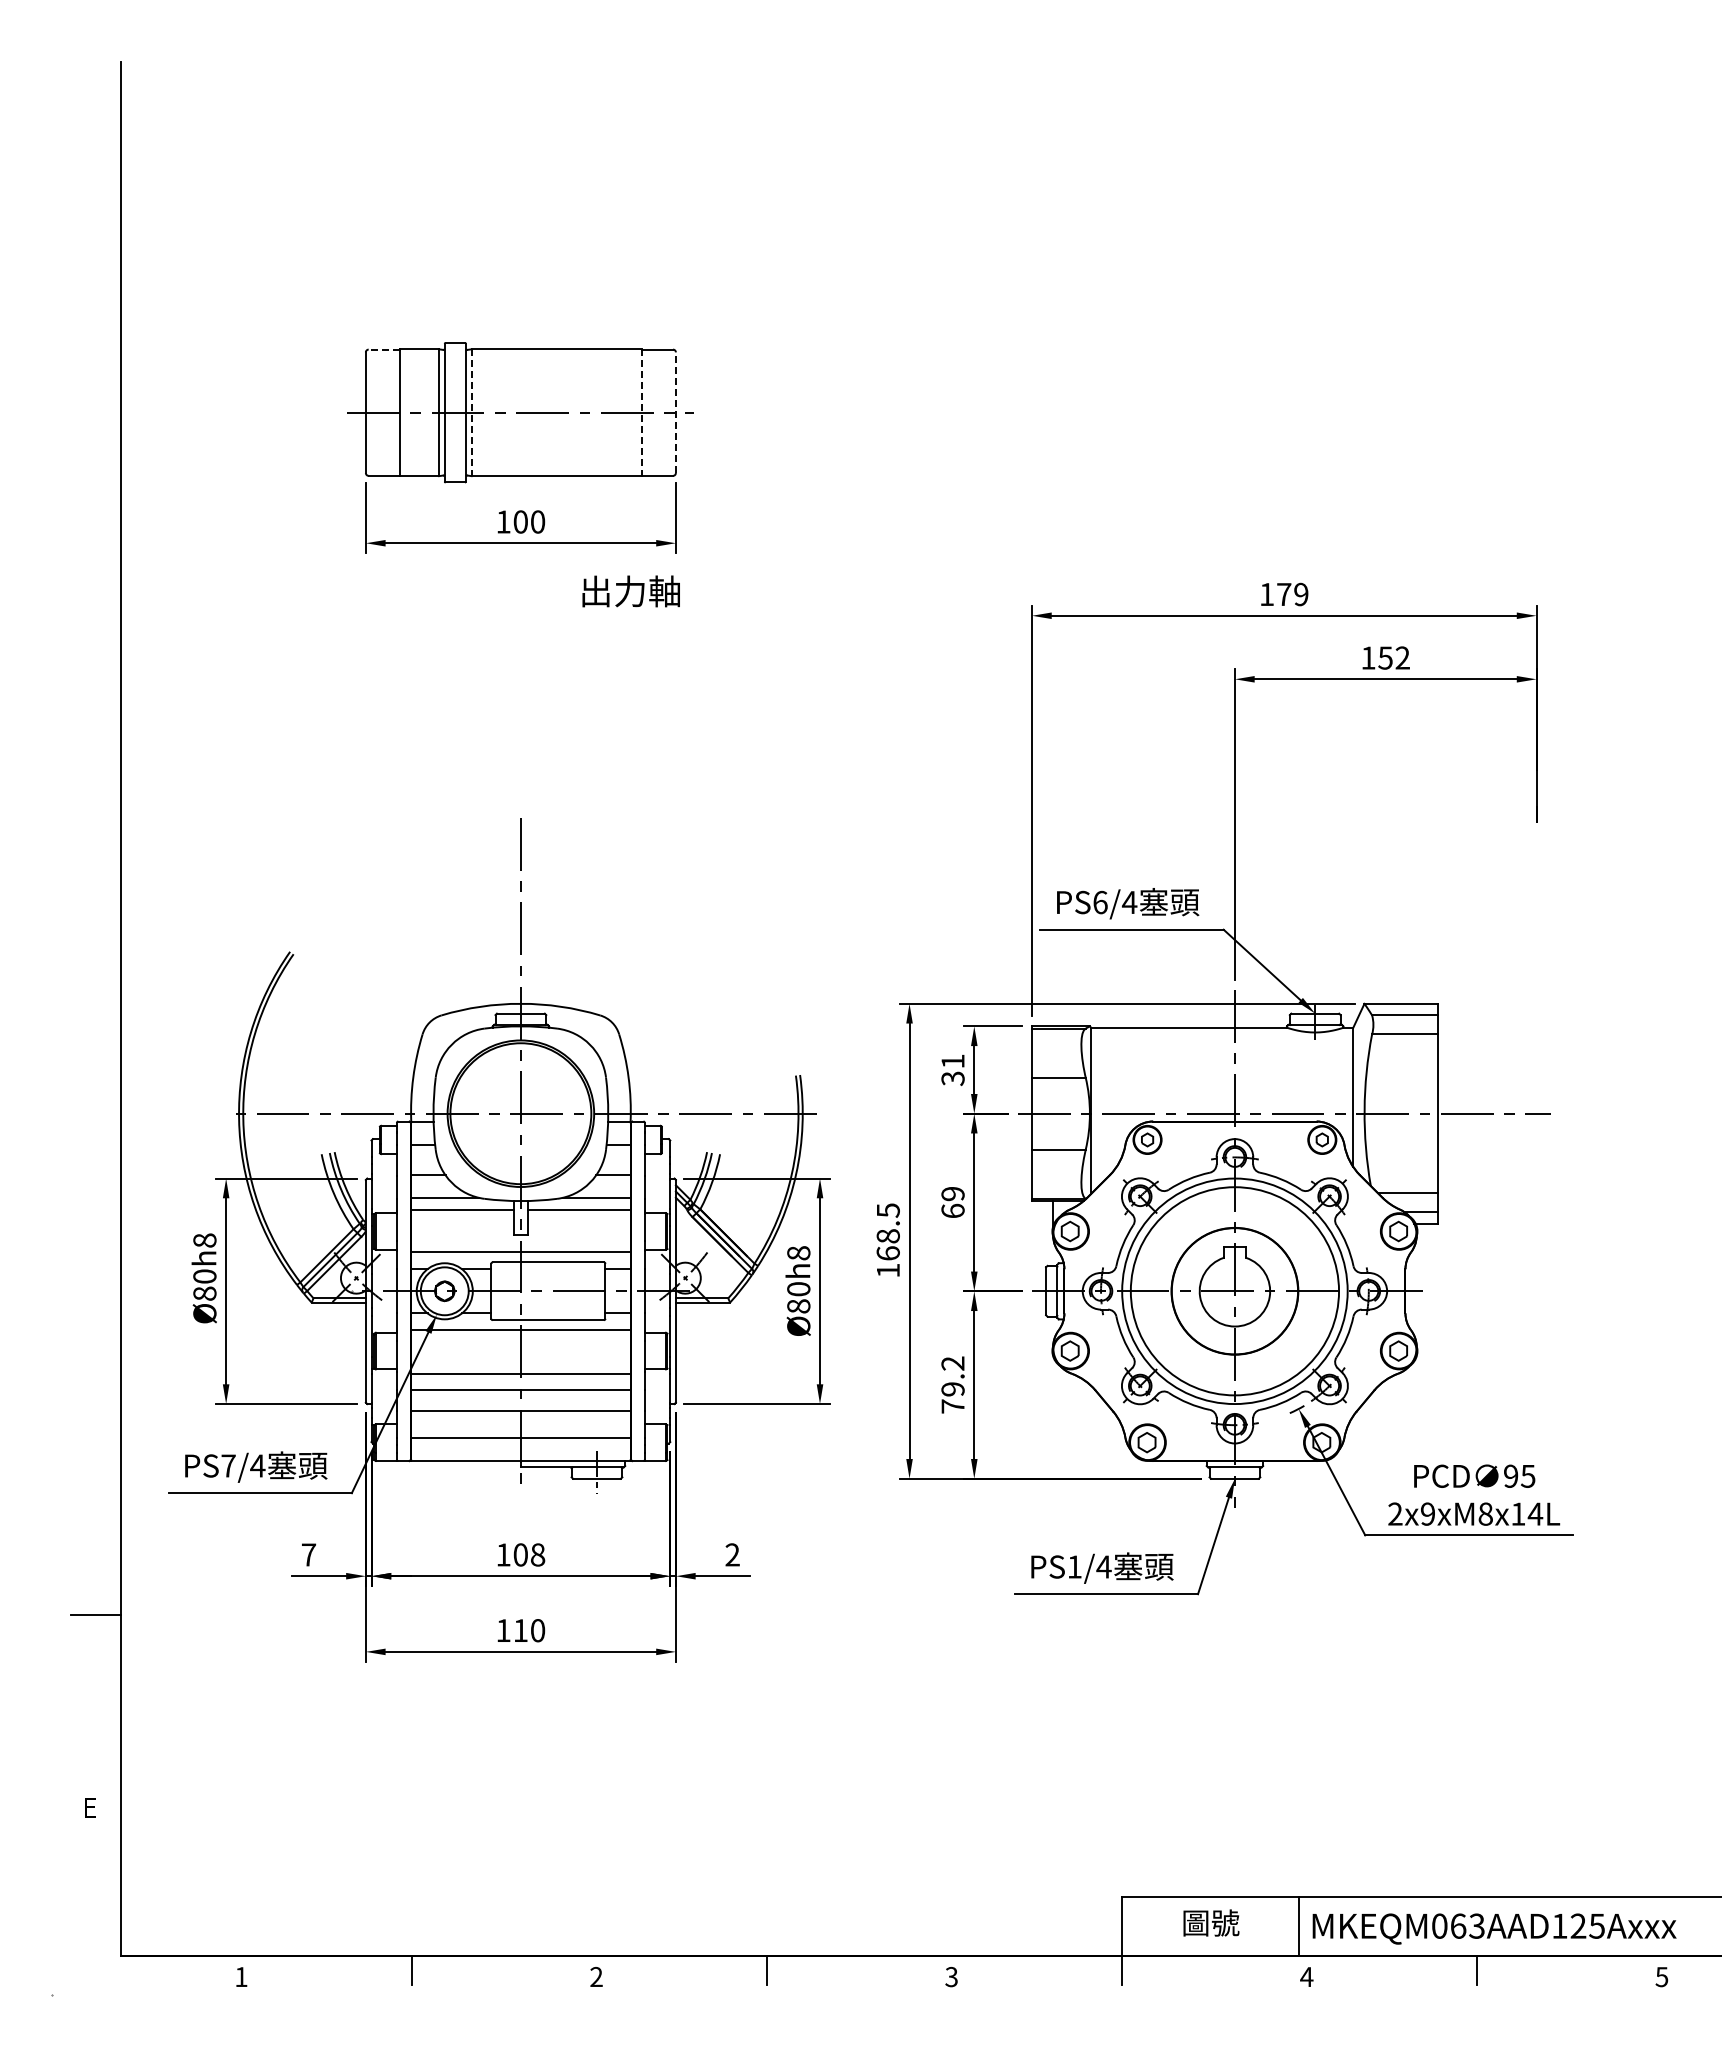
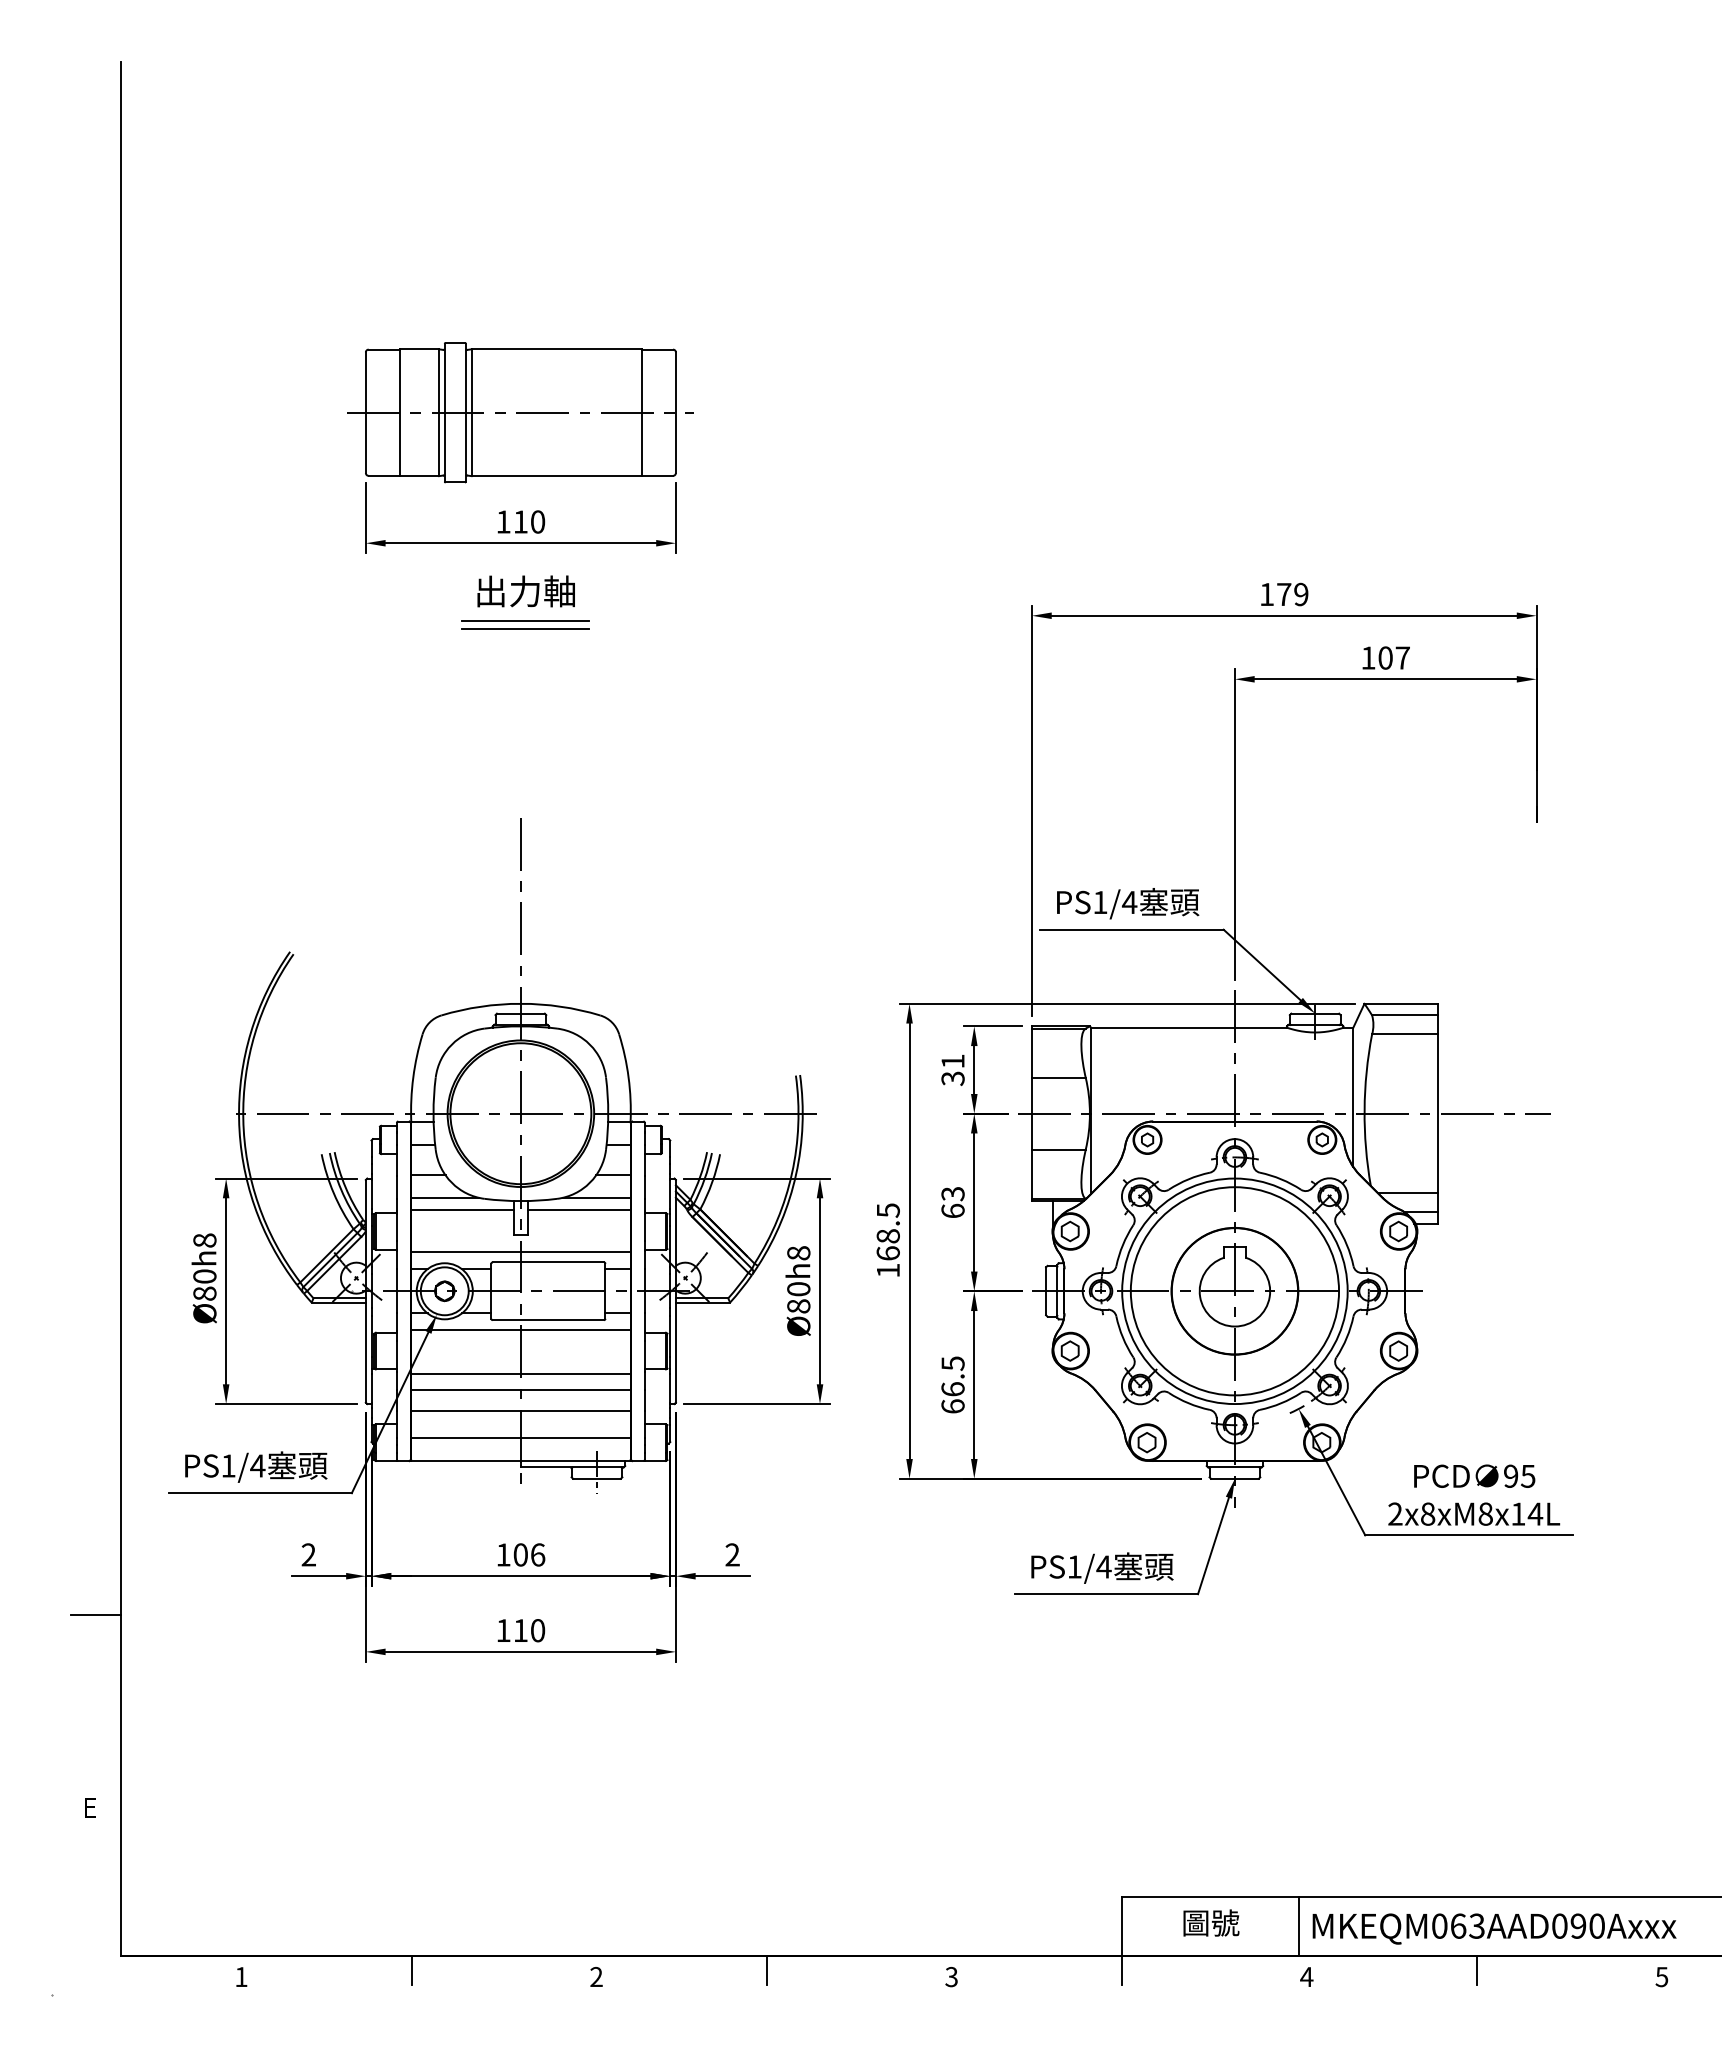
line at (384, 349): dashed -> solid
line at (675, 412): dashed -> solid
line at (471, 413): dashed -> solid
line at (642, 413): dashed -> solid
text at (520, 521): 100 -> 110
text at (630, 591) position: (630, 591) -> (525, 591)
line at (525, 620): none -> present
line at (525, 629): none -> present
text at (1393, 657): 152 -> 107
text at (1100, 902): PS6/4 -> PS1/4
text at (952, 1194): 69 -> 63
text at (952, 1384): 79.2 -> 66.5
text at (228, 1465): PS7/4 -> PS1/4
text at (1428, 1513): 2x9xM8x14L -> 2x8xM8x14L
text at (308, 1554): 7 -> 2
text at (538, 1554): 108 -> 106
text at (1578, 1925): MKEQM063AAD125Axxx -> MKEQM063AAD090Axxx
